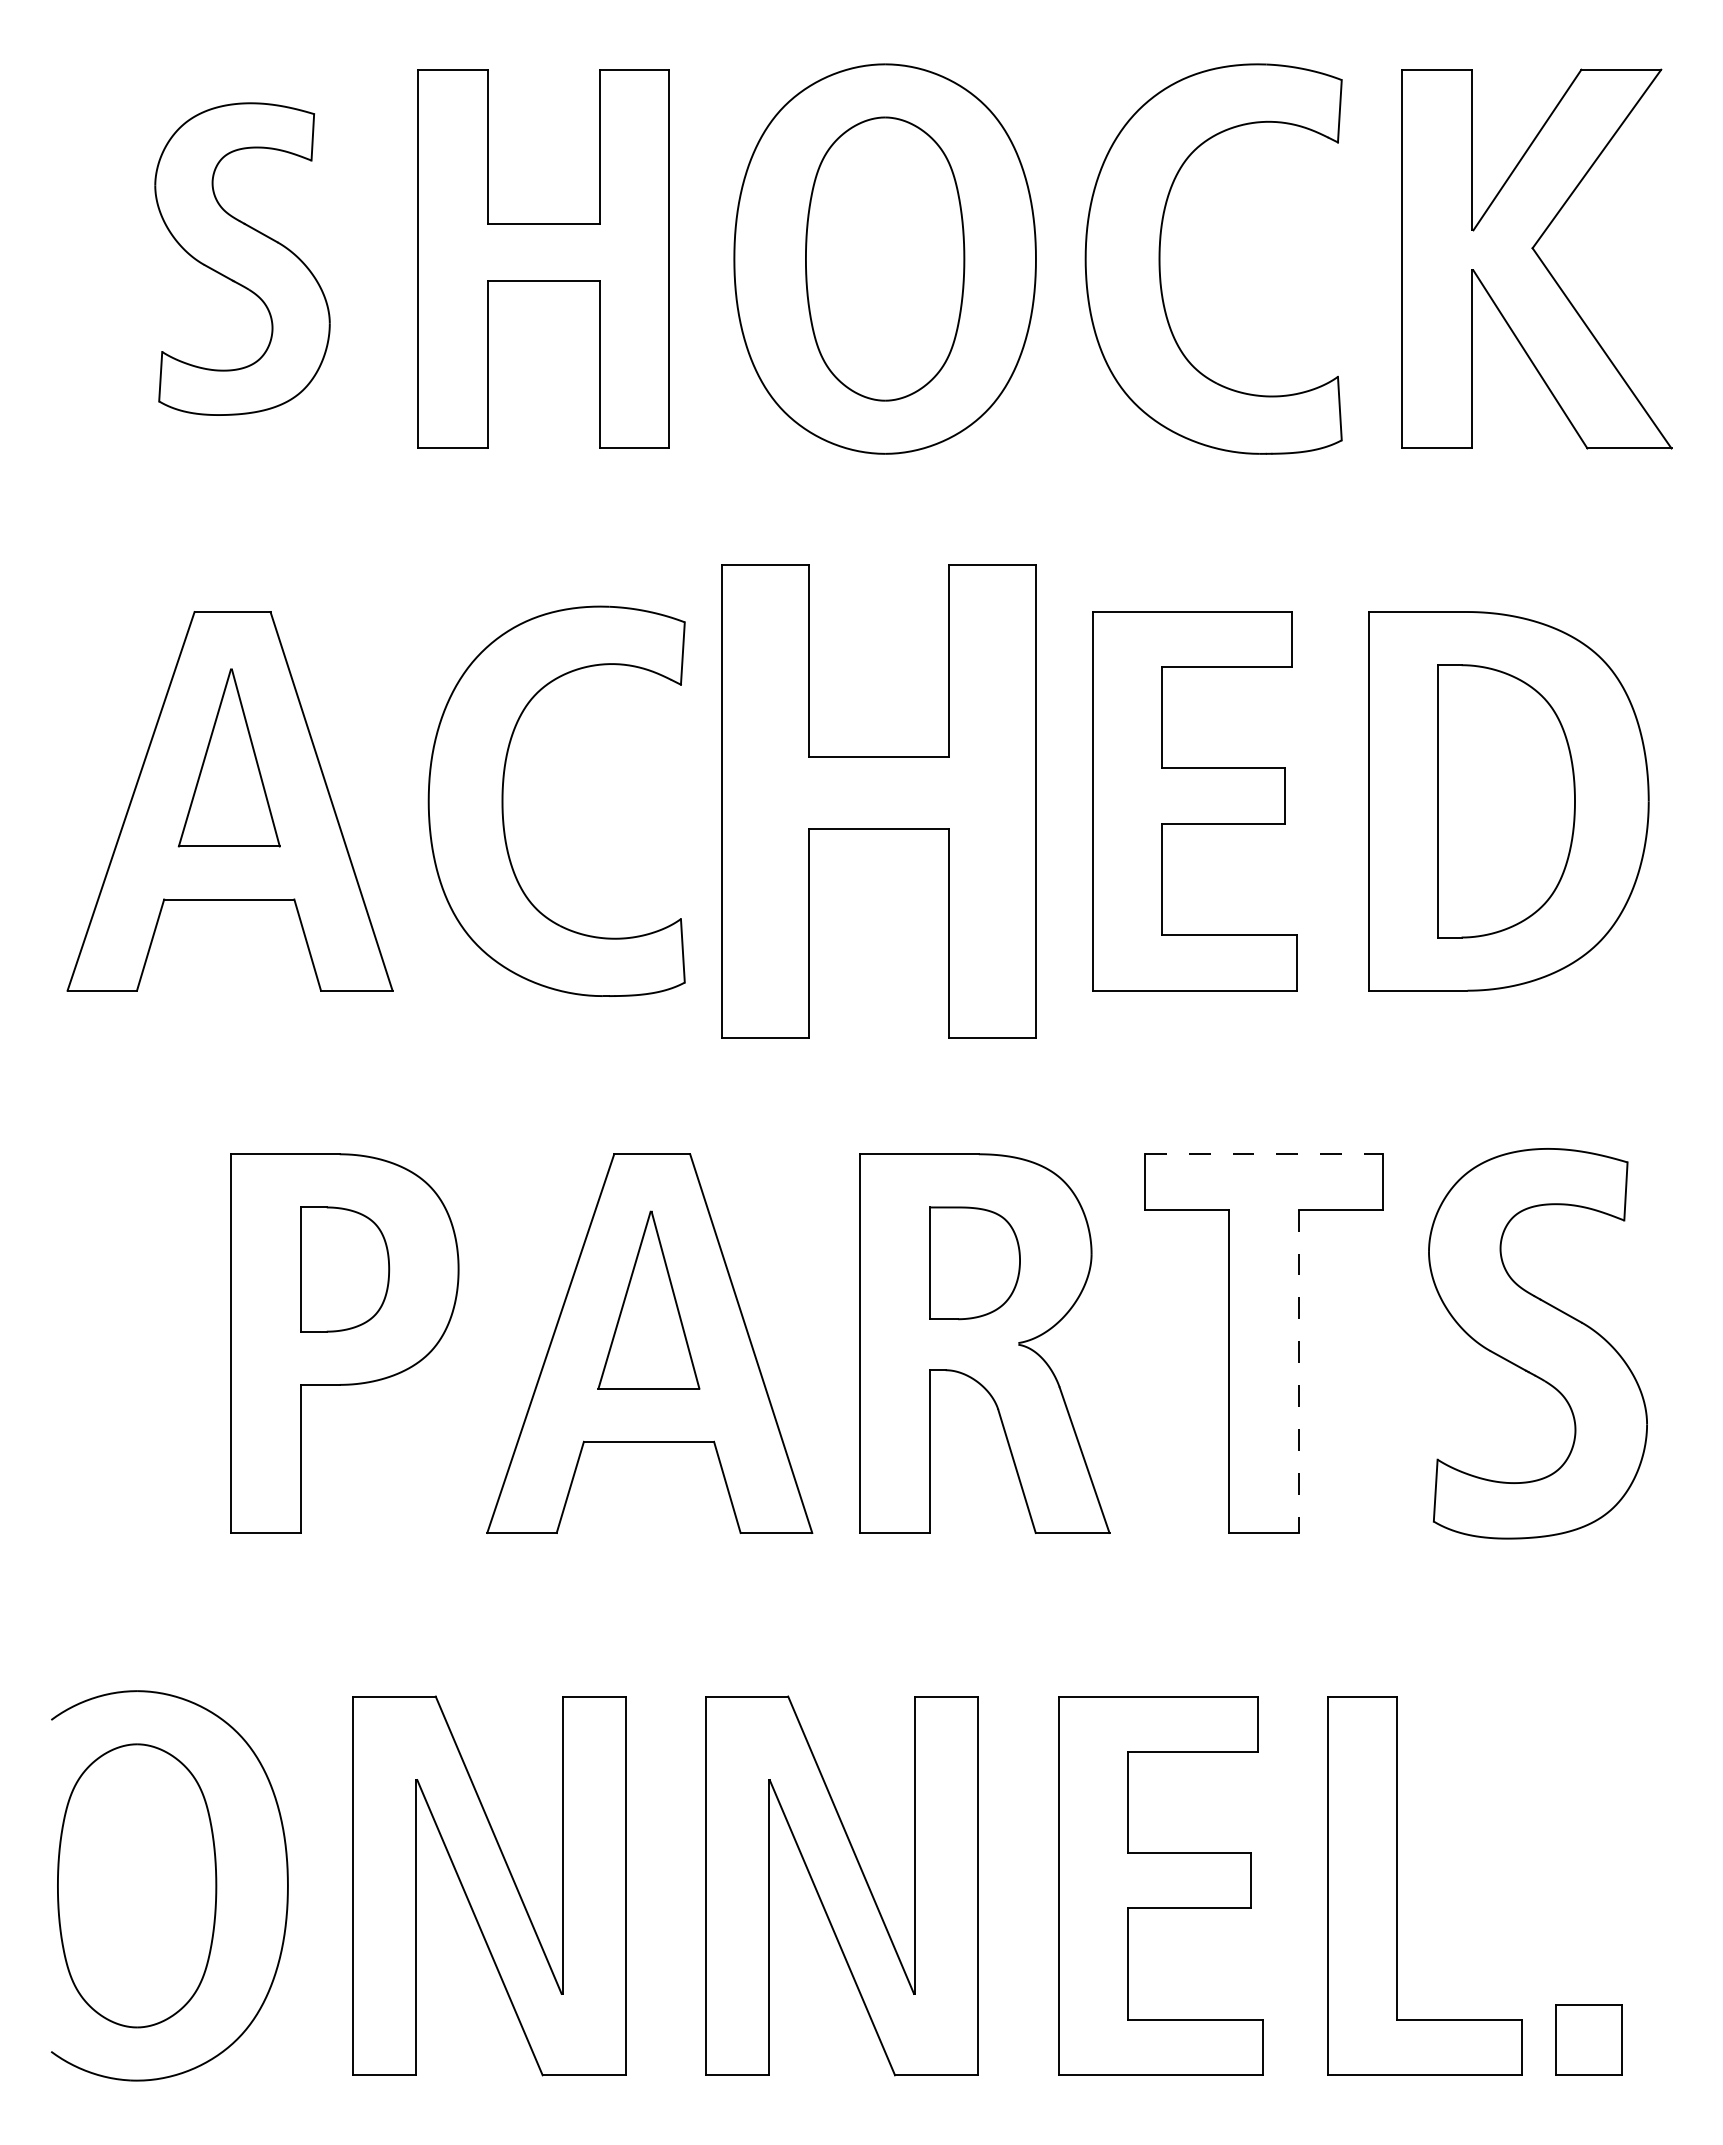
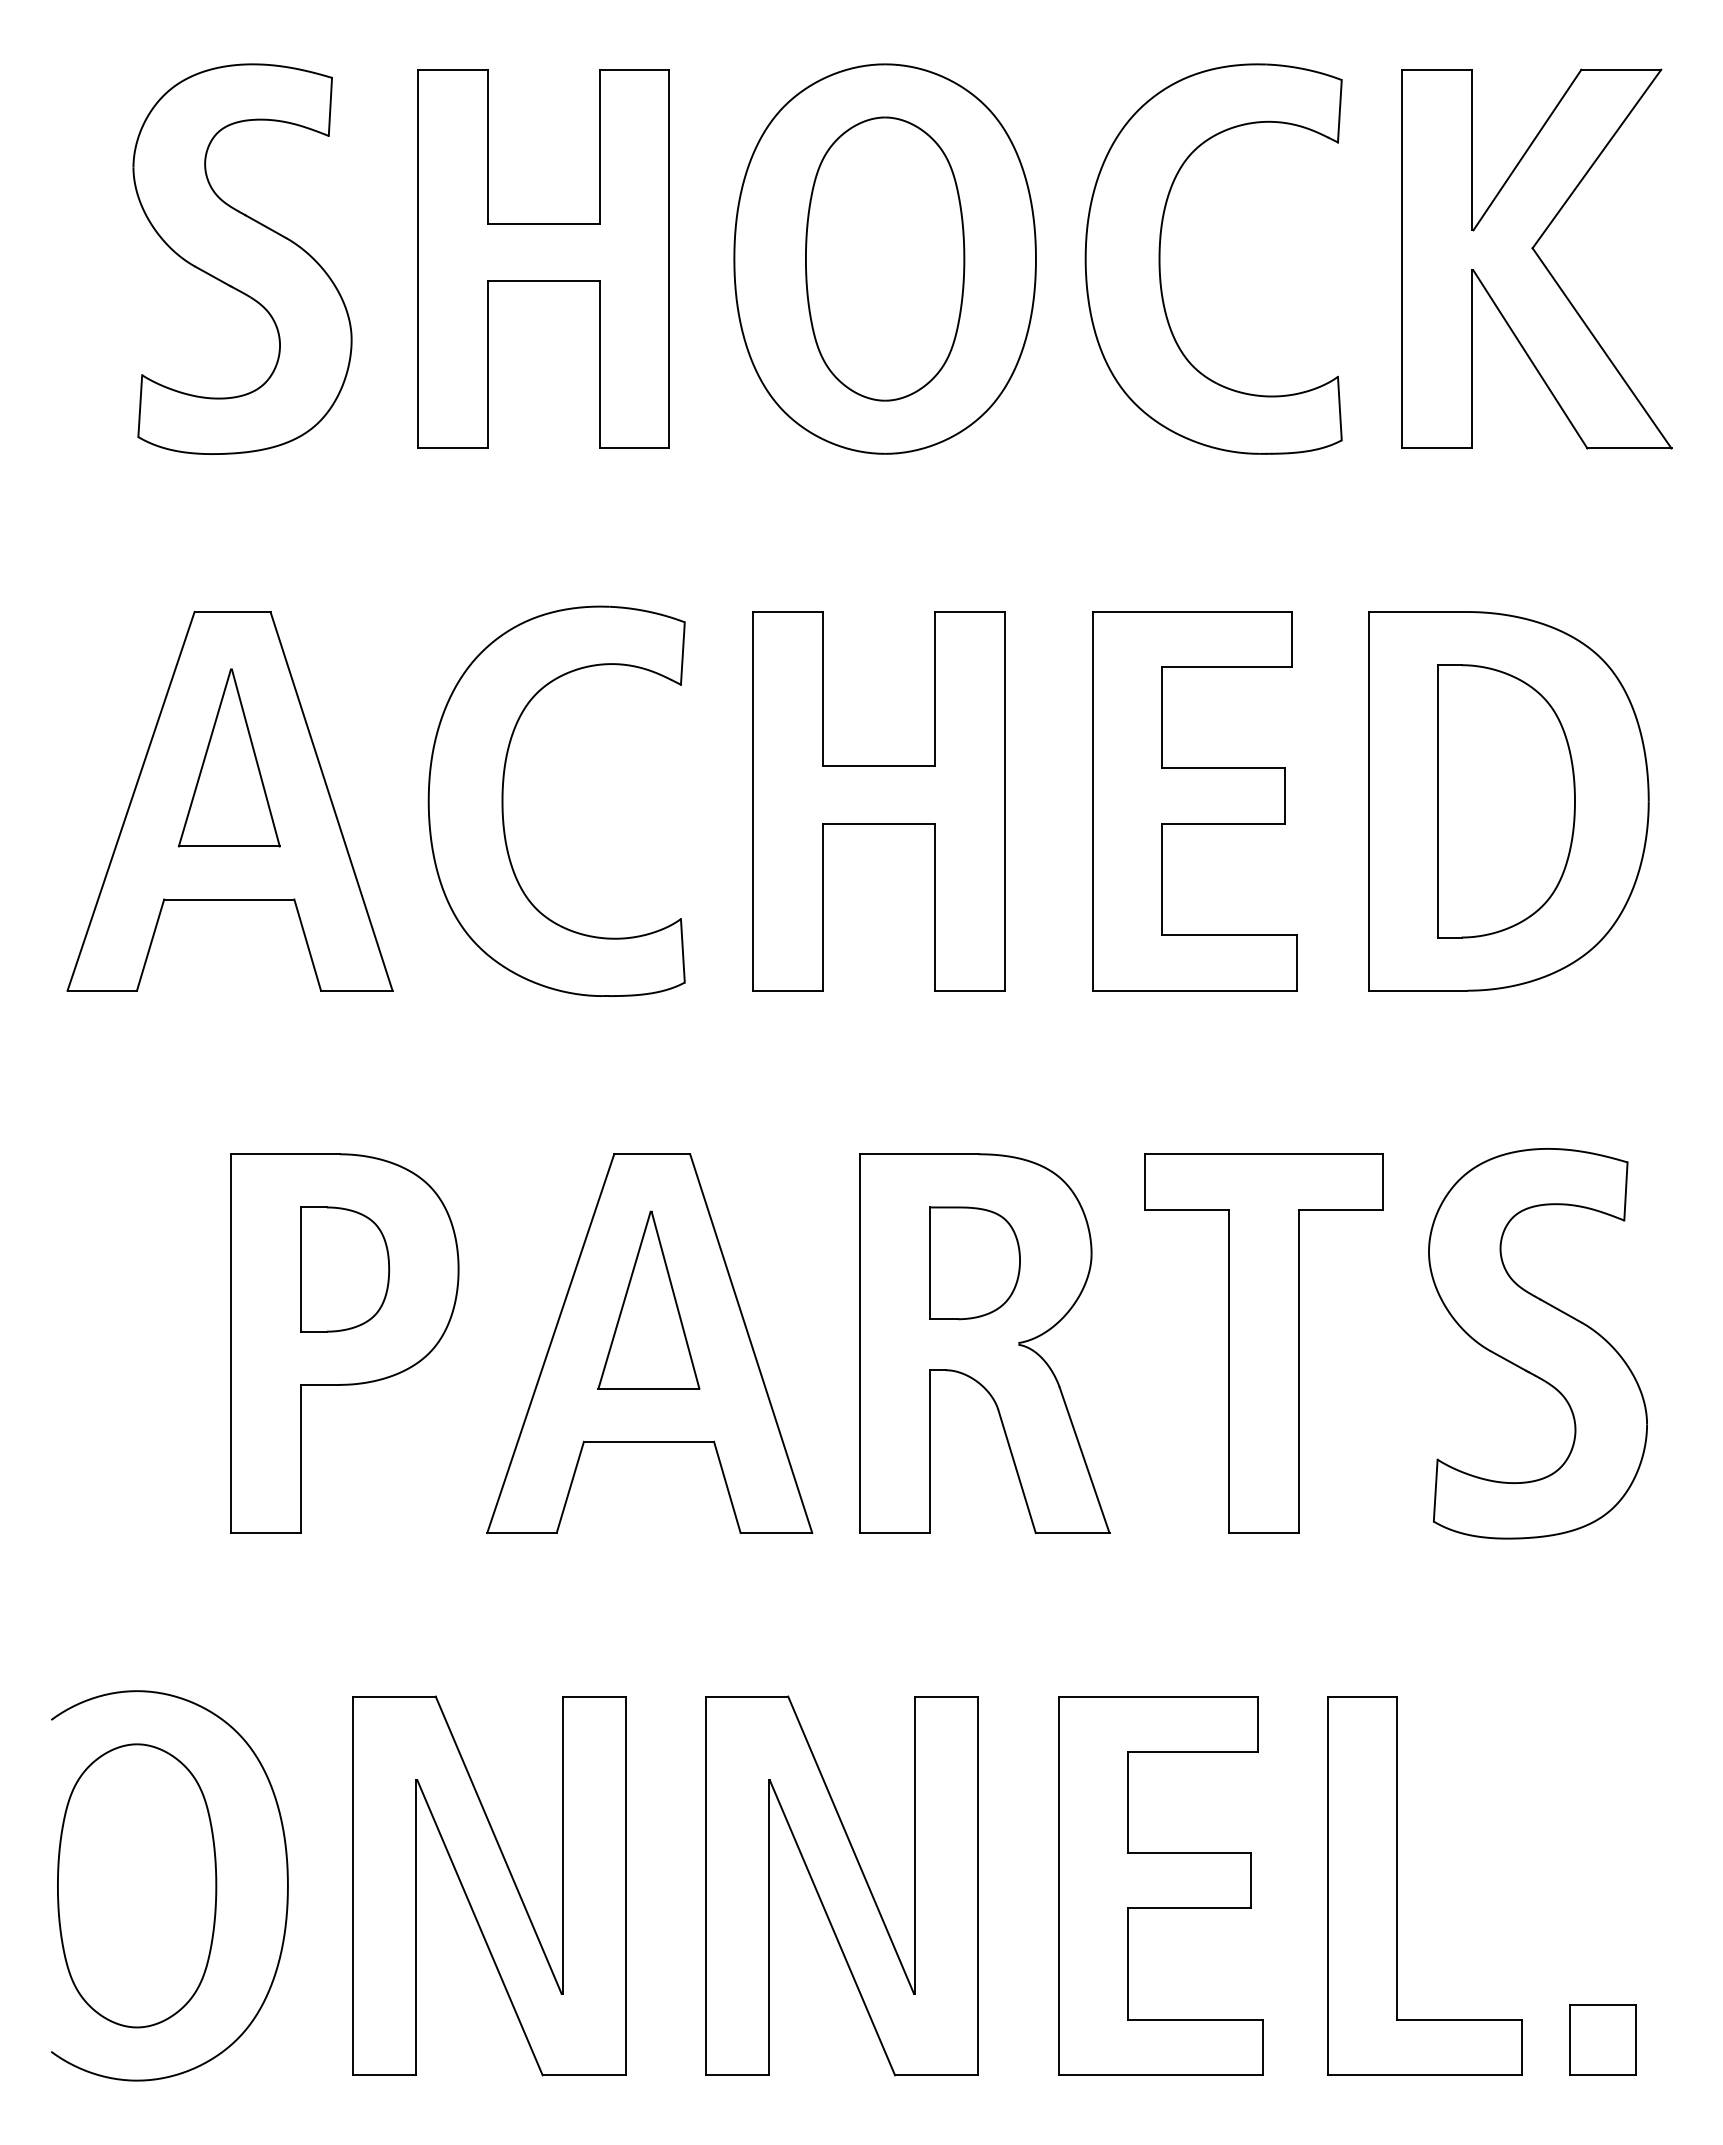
part at (242, 258) size: 177x314 px -> 221x392 px
part at (878, 801) size: 316x475 px -> 254x381 px
line at (1264, 1154): dashed -> solid
line at (1298, 1371): dashed -> solid
part at (1588, 2039) position: (1588, 2039) -> (1602, 2039)
